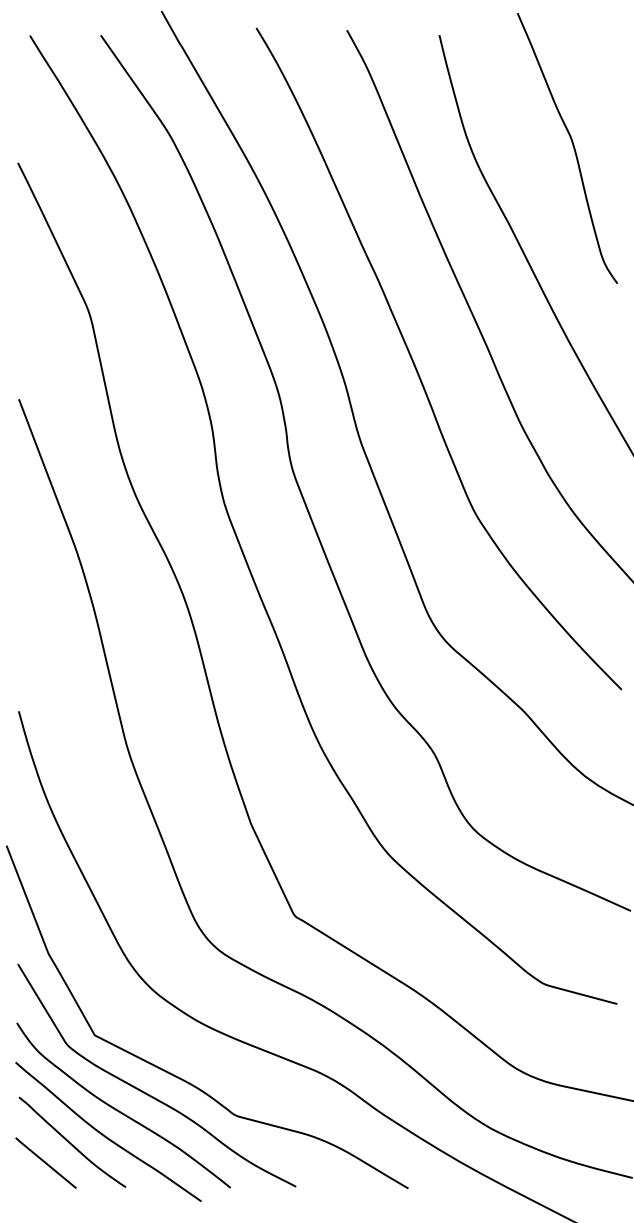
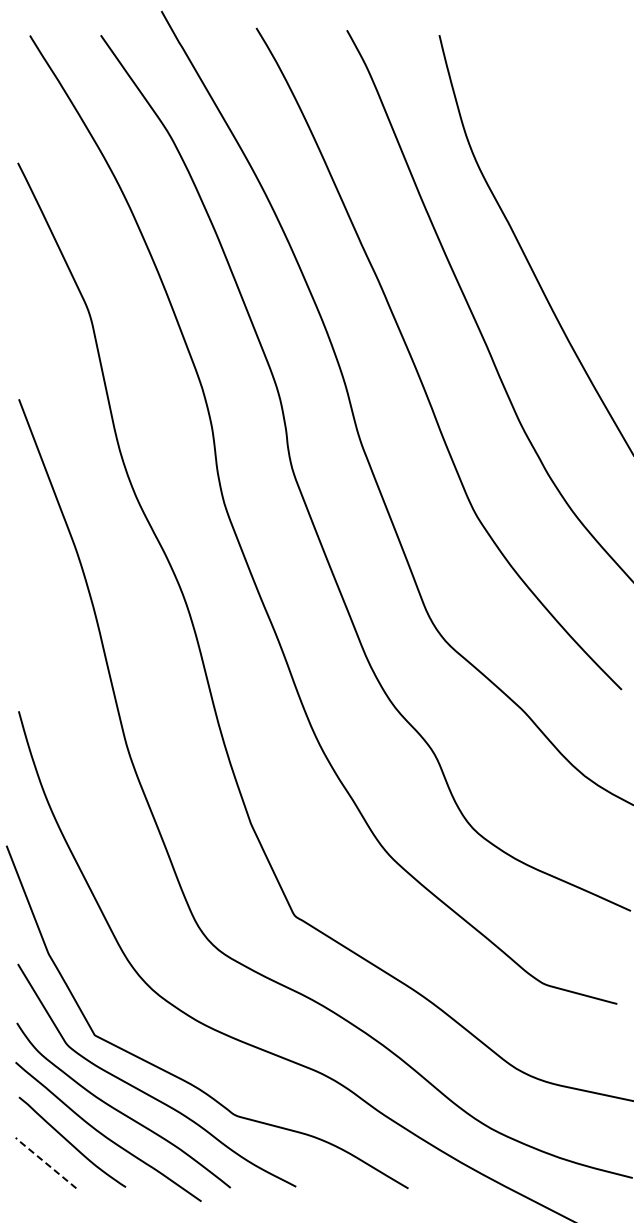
curve at (572, 146): present -> none
line at (44, 1162): solid -> dashed
